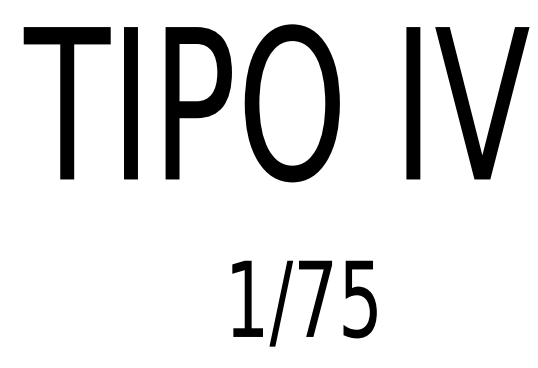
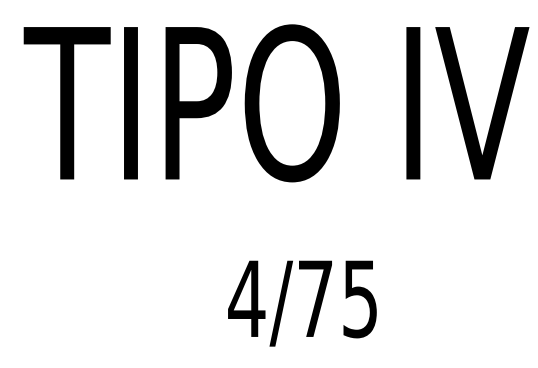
text at (246, 298): 1/75 -> 4/75
